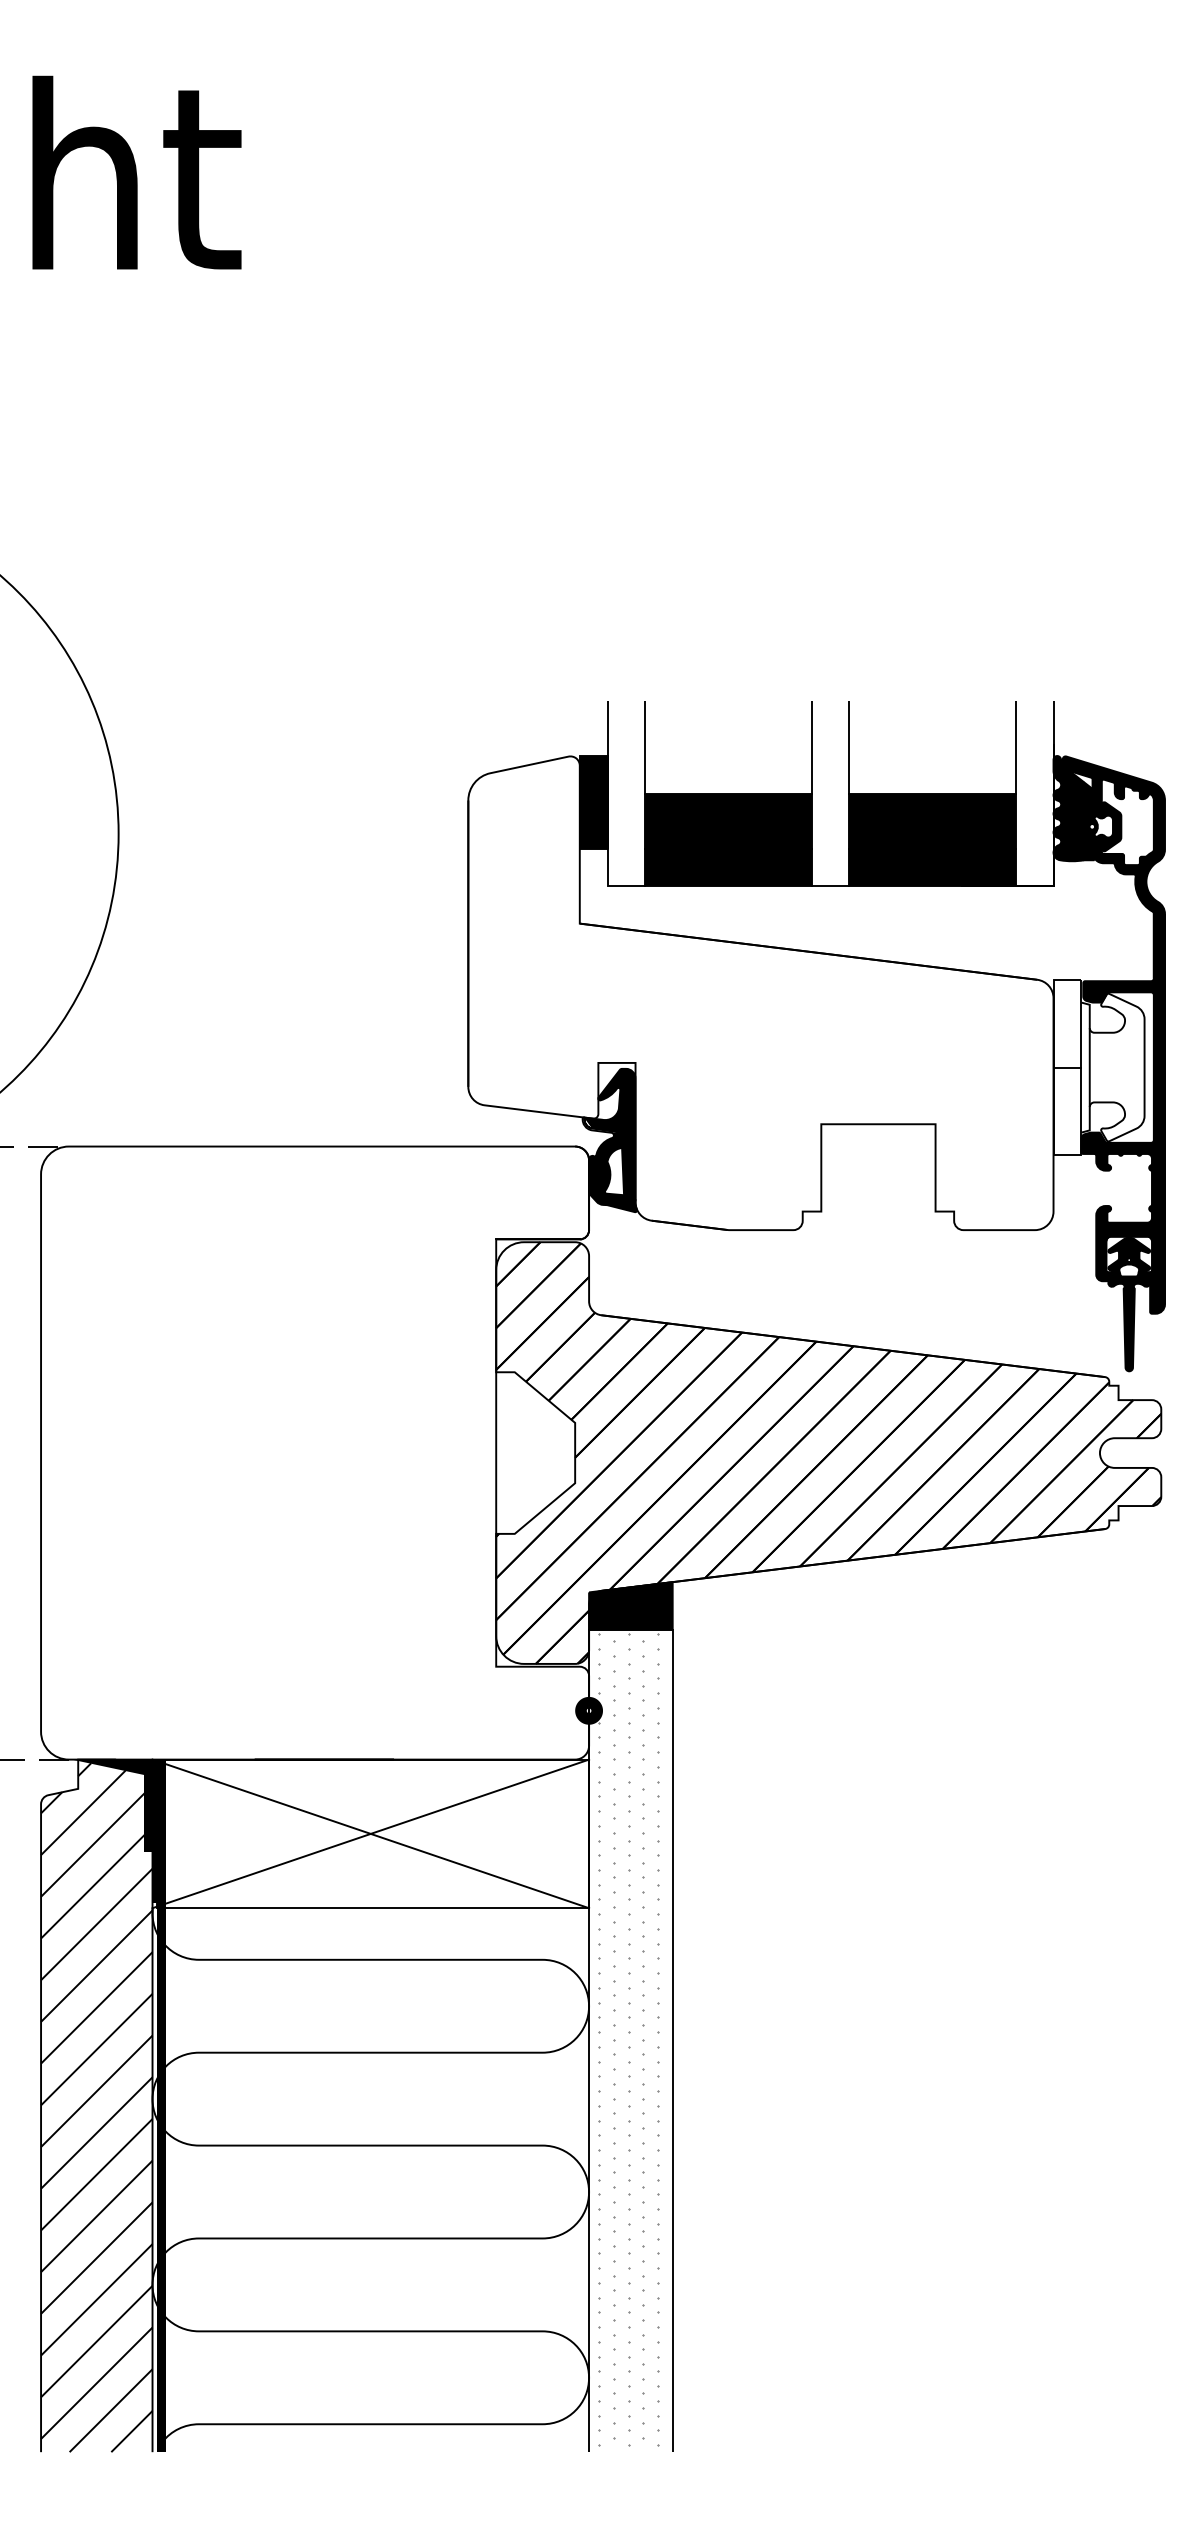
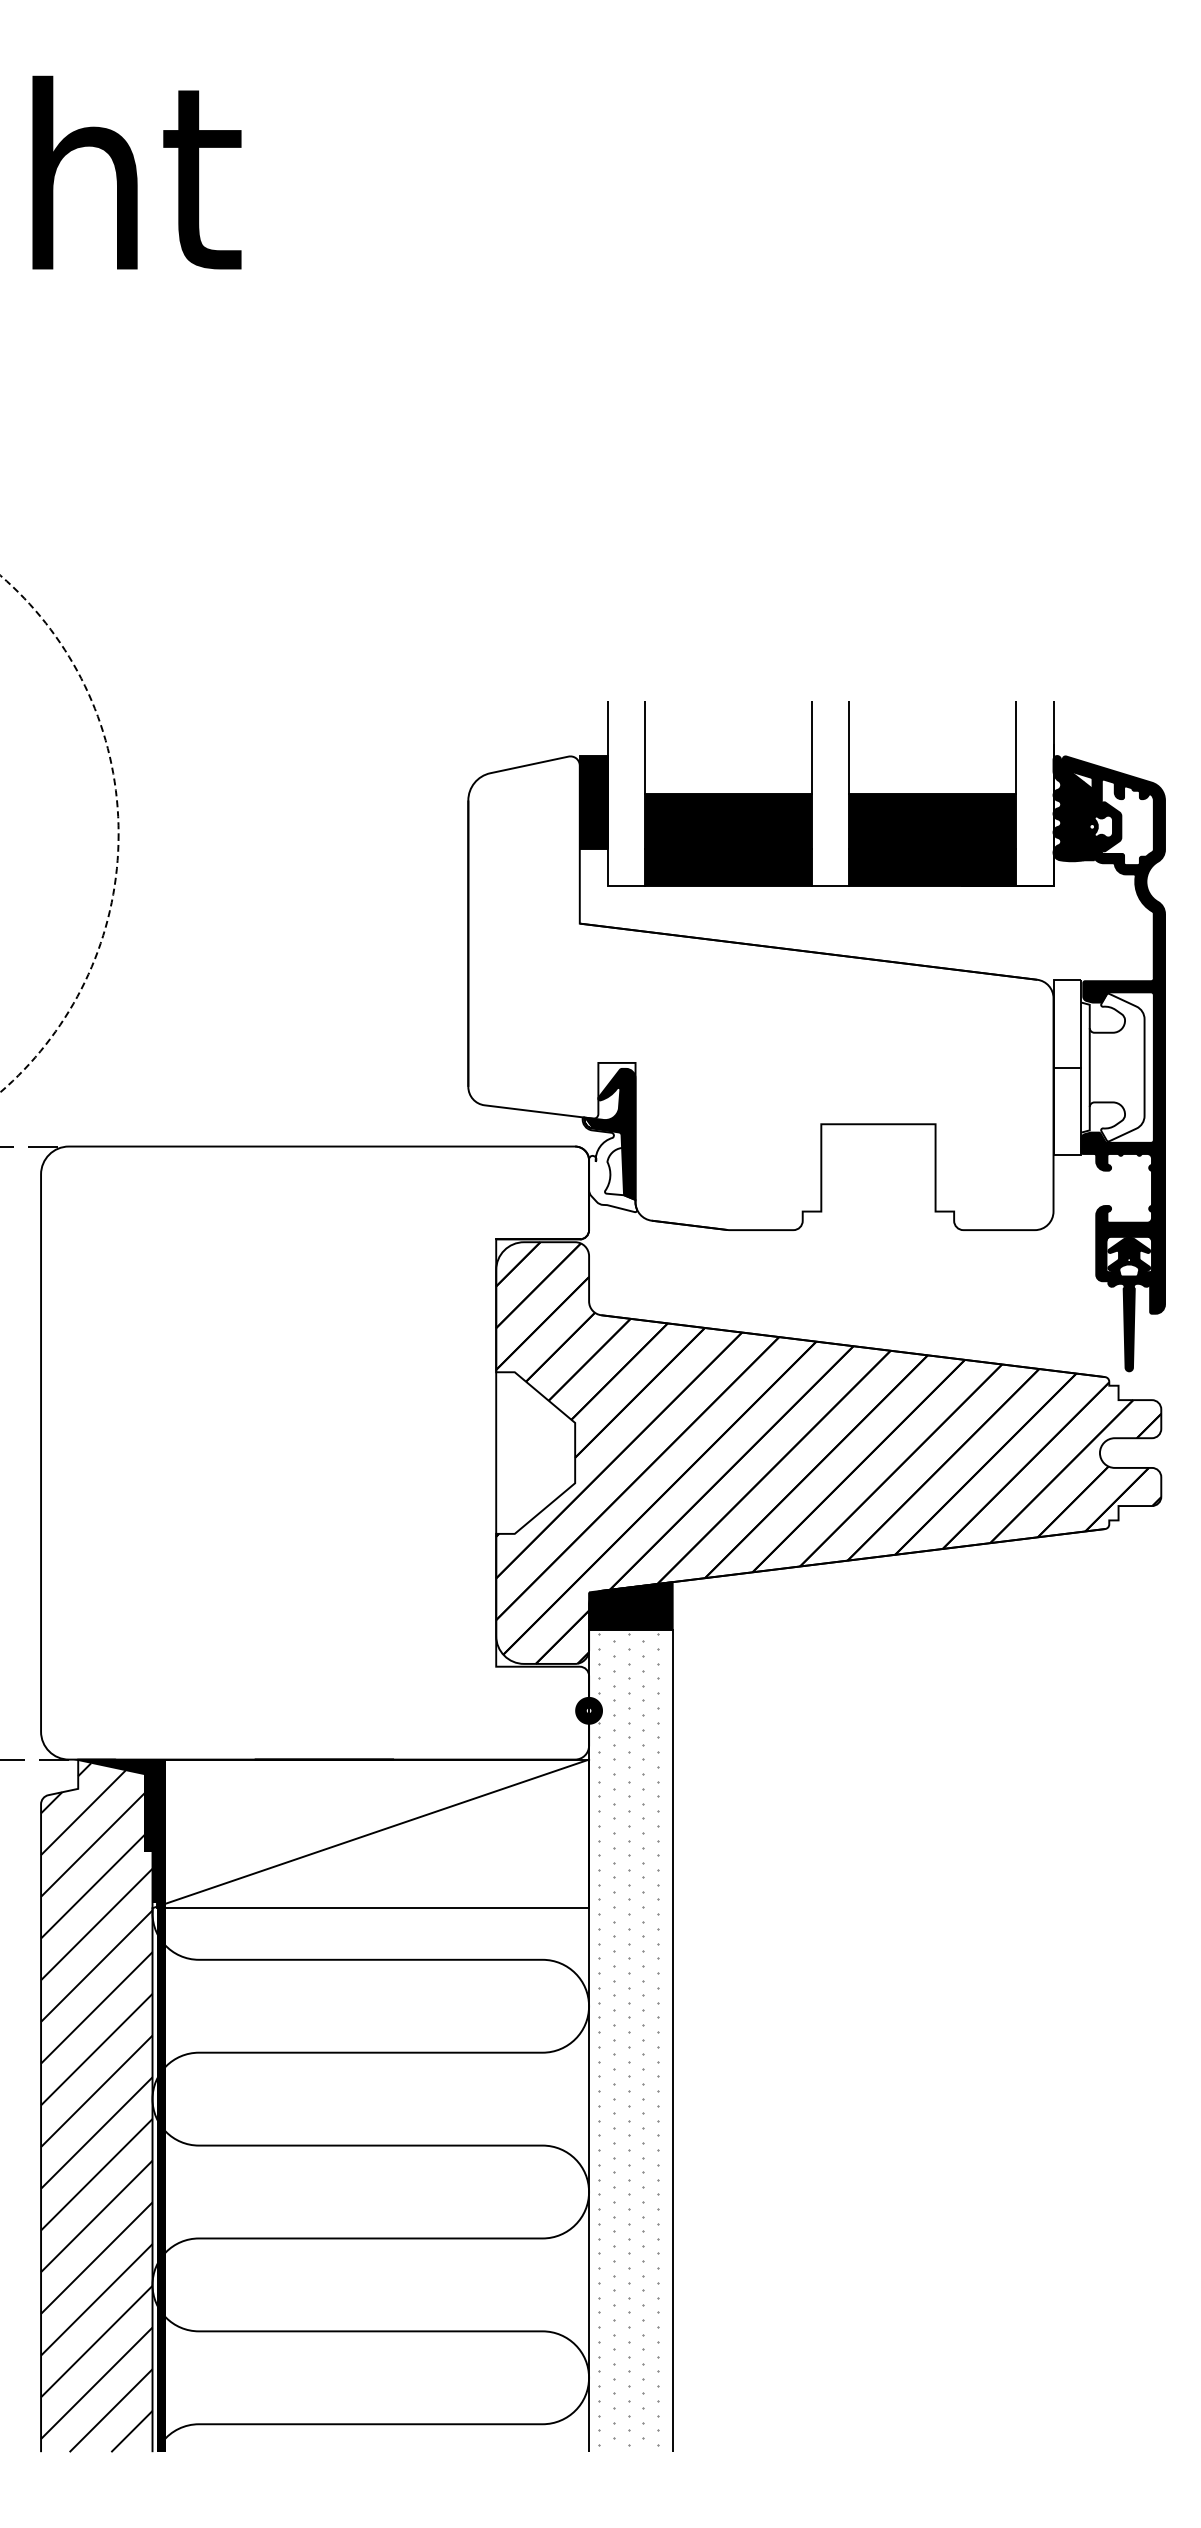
circle at (59, 833): solid -> dashed
fill at (613, 1172): present -> none
line at (370, 1833): present -> none
